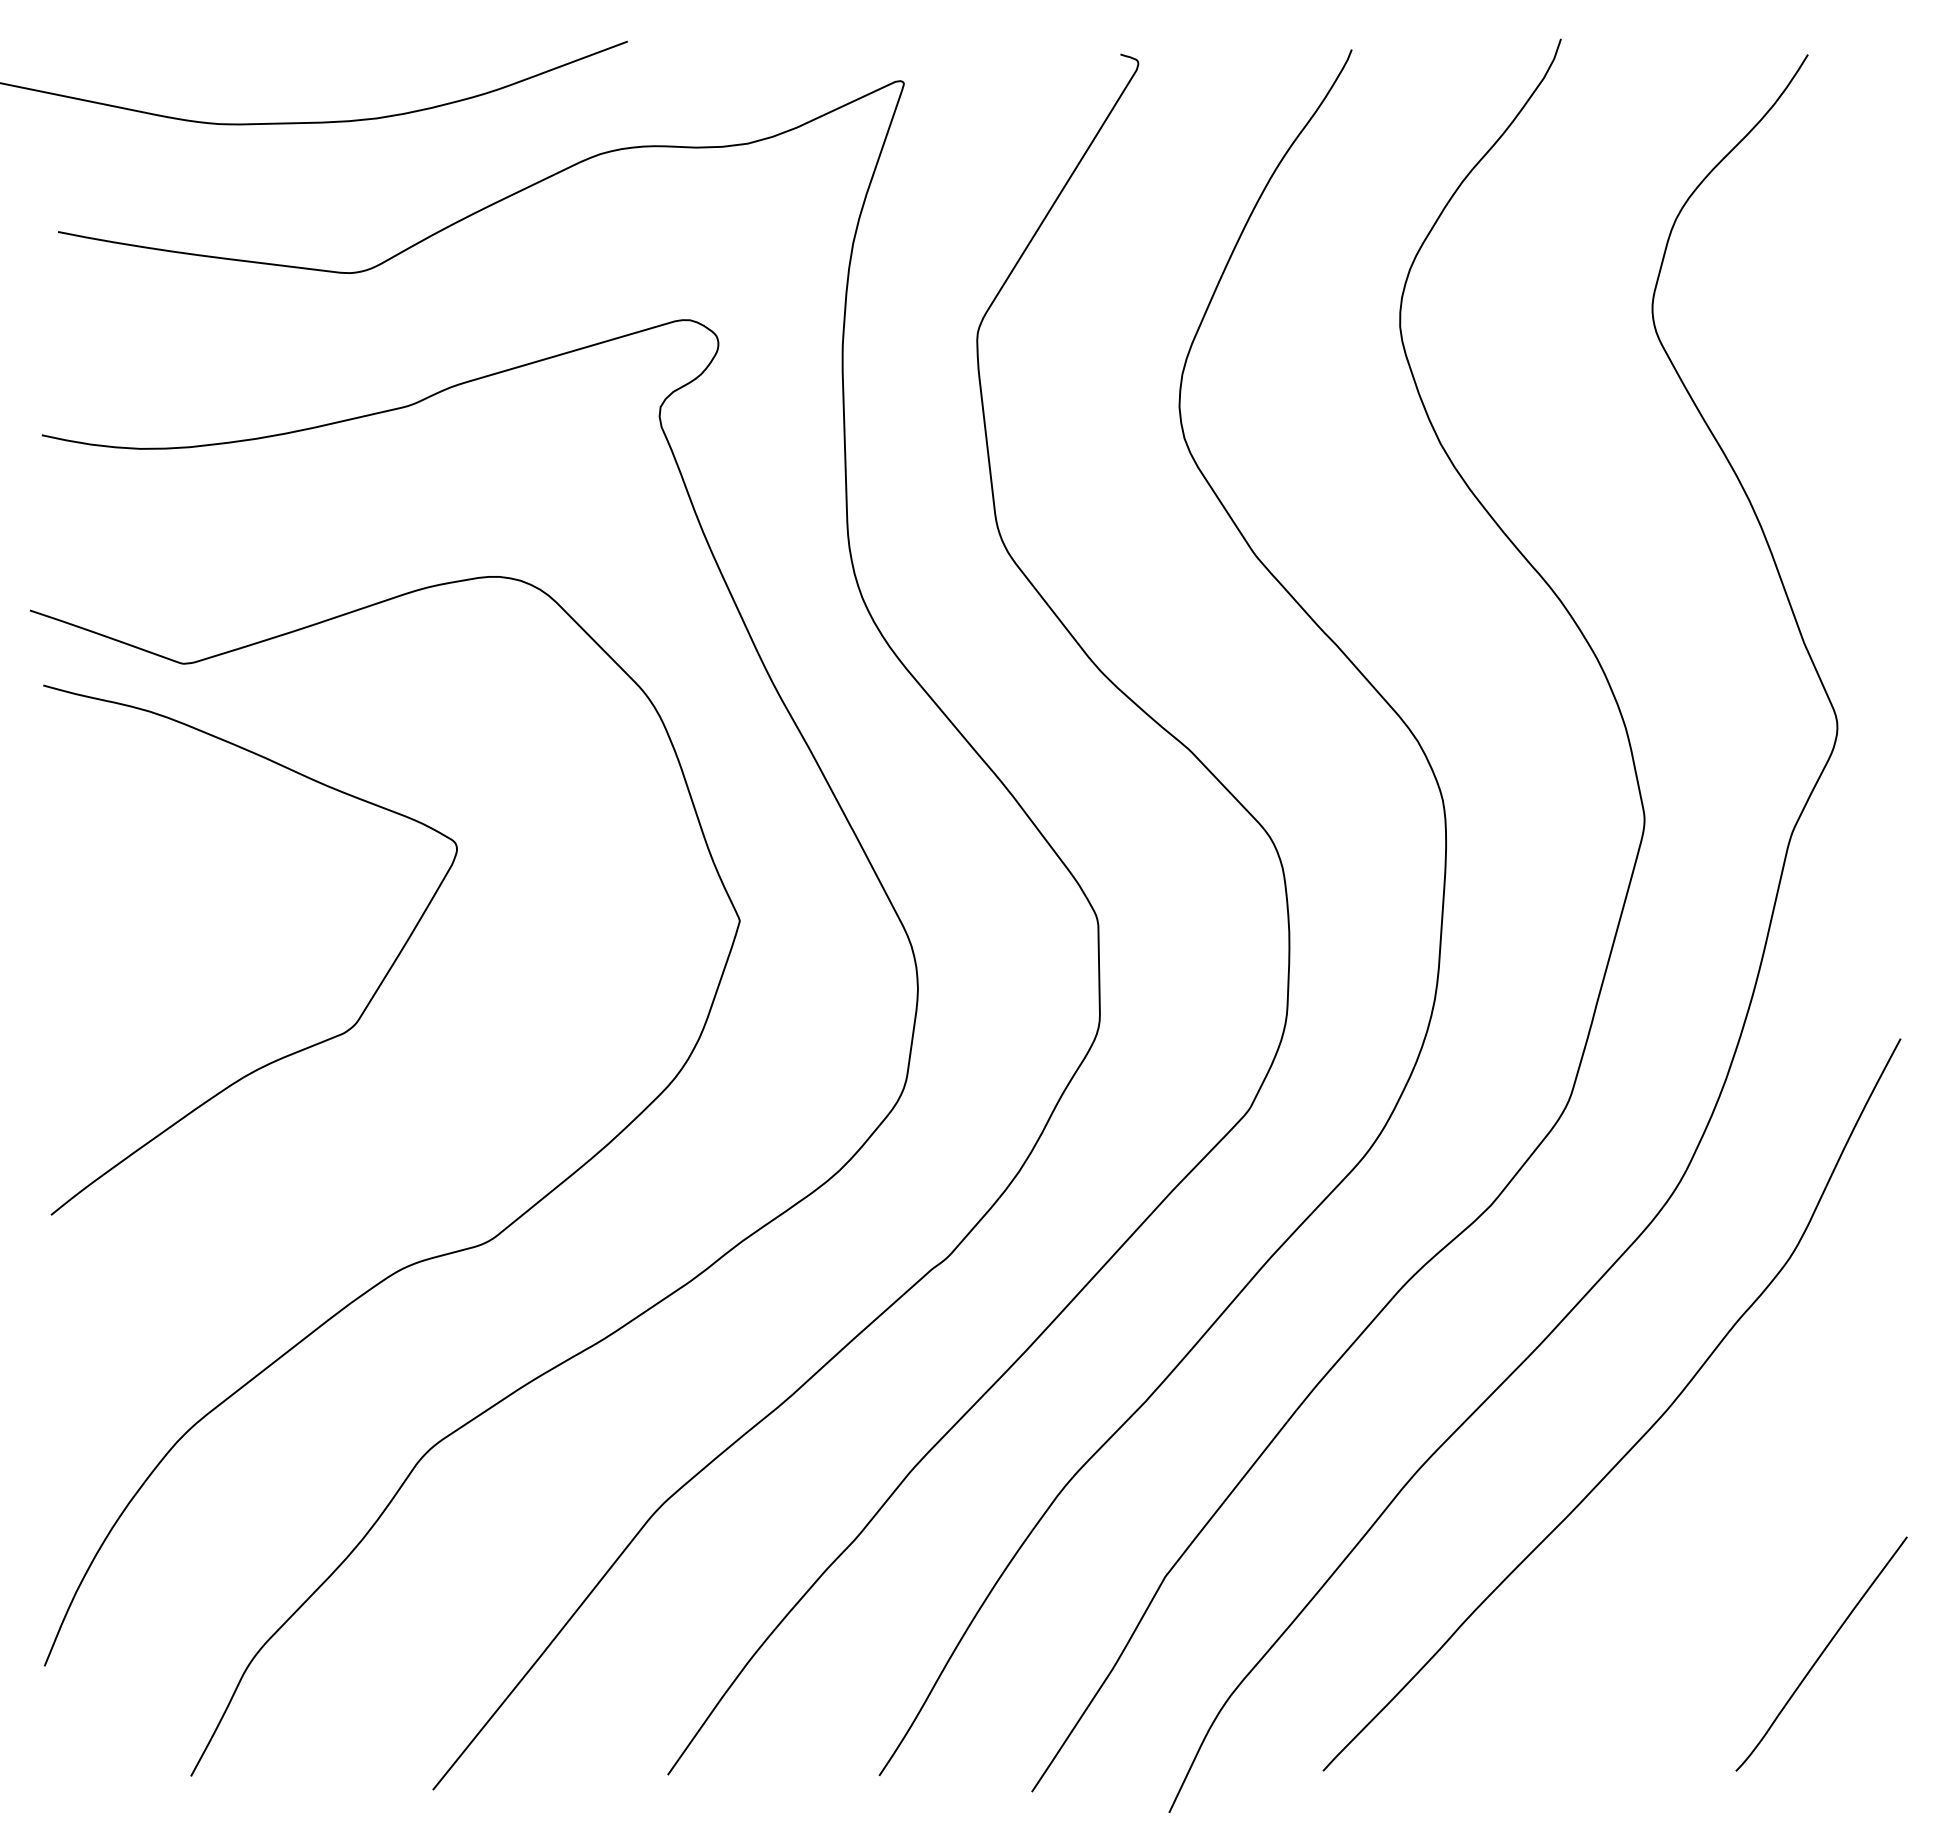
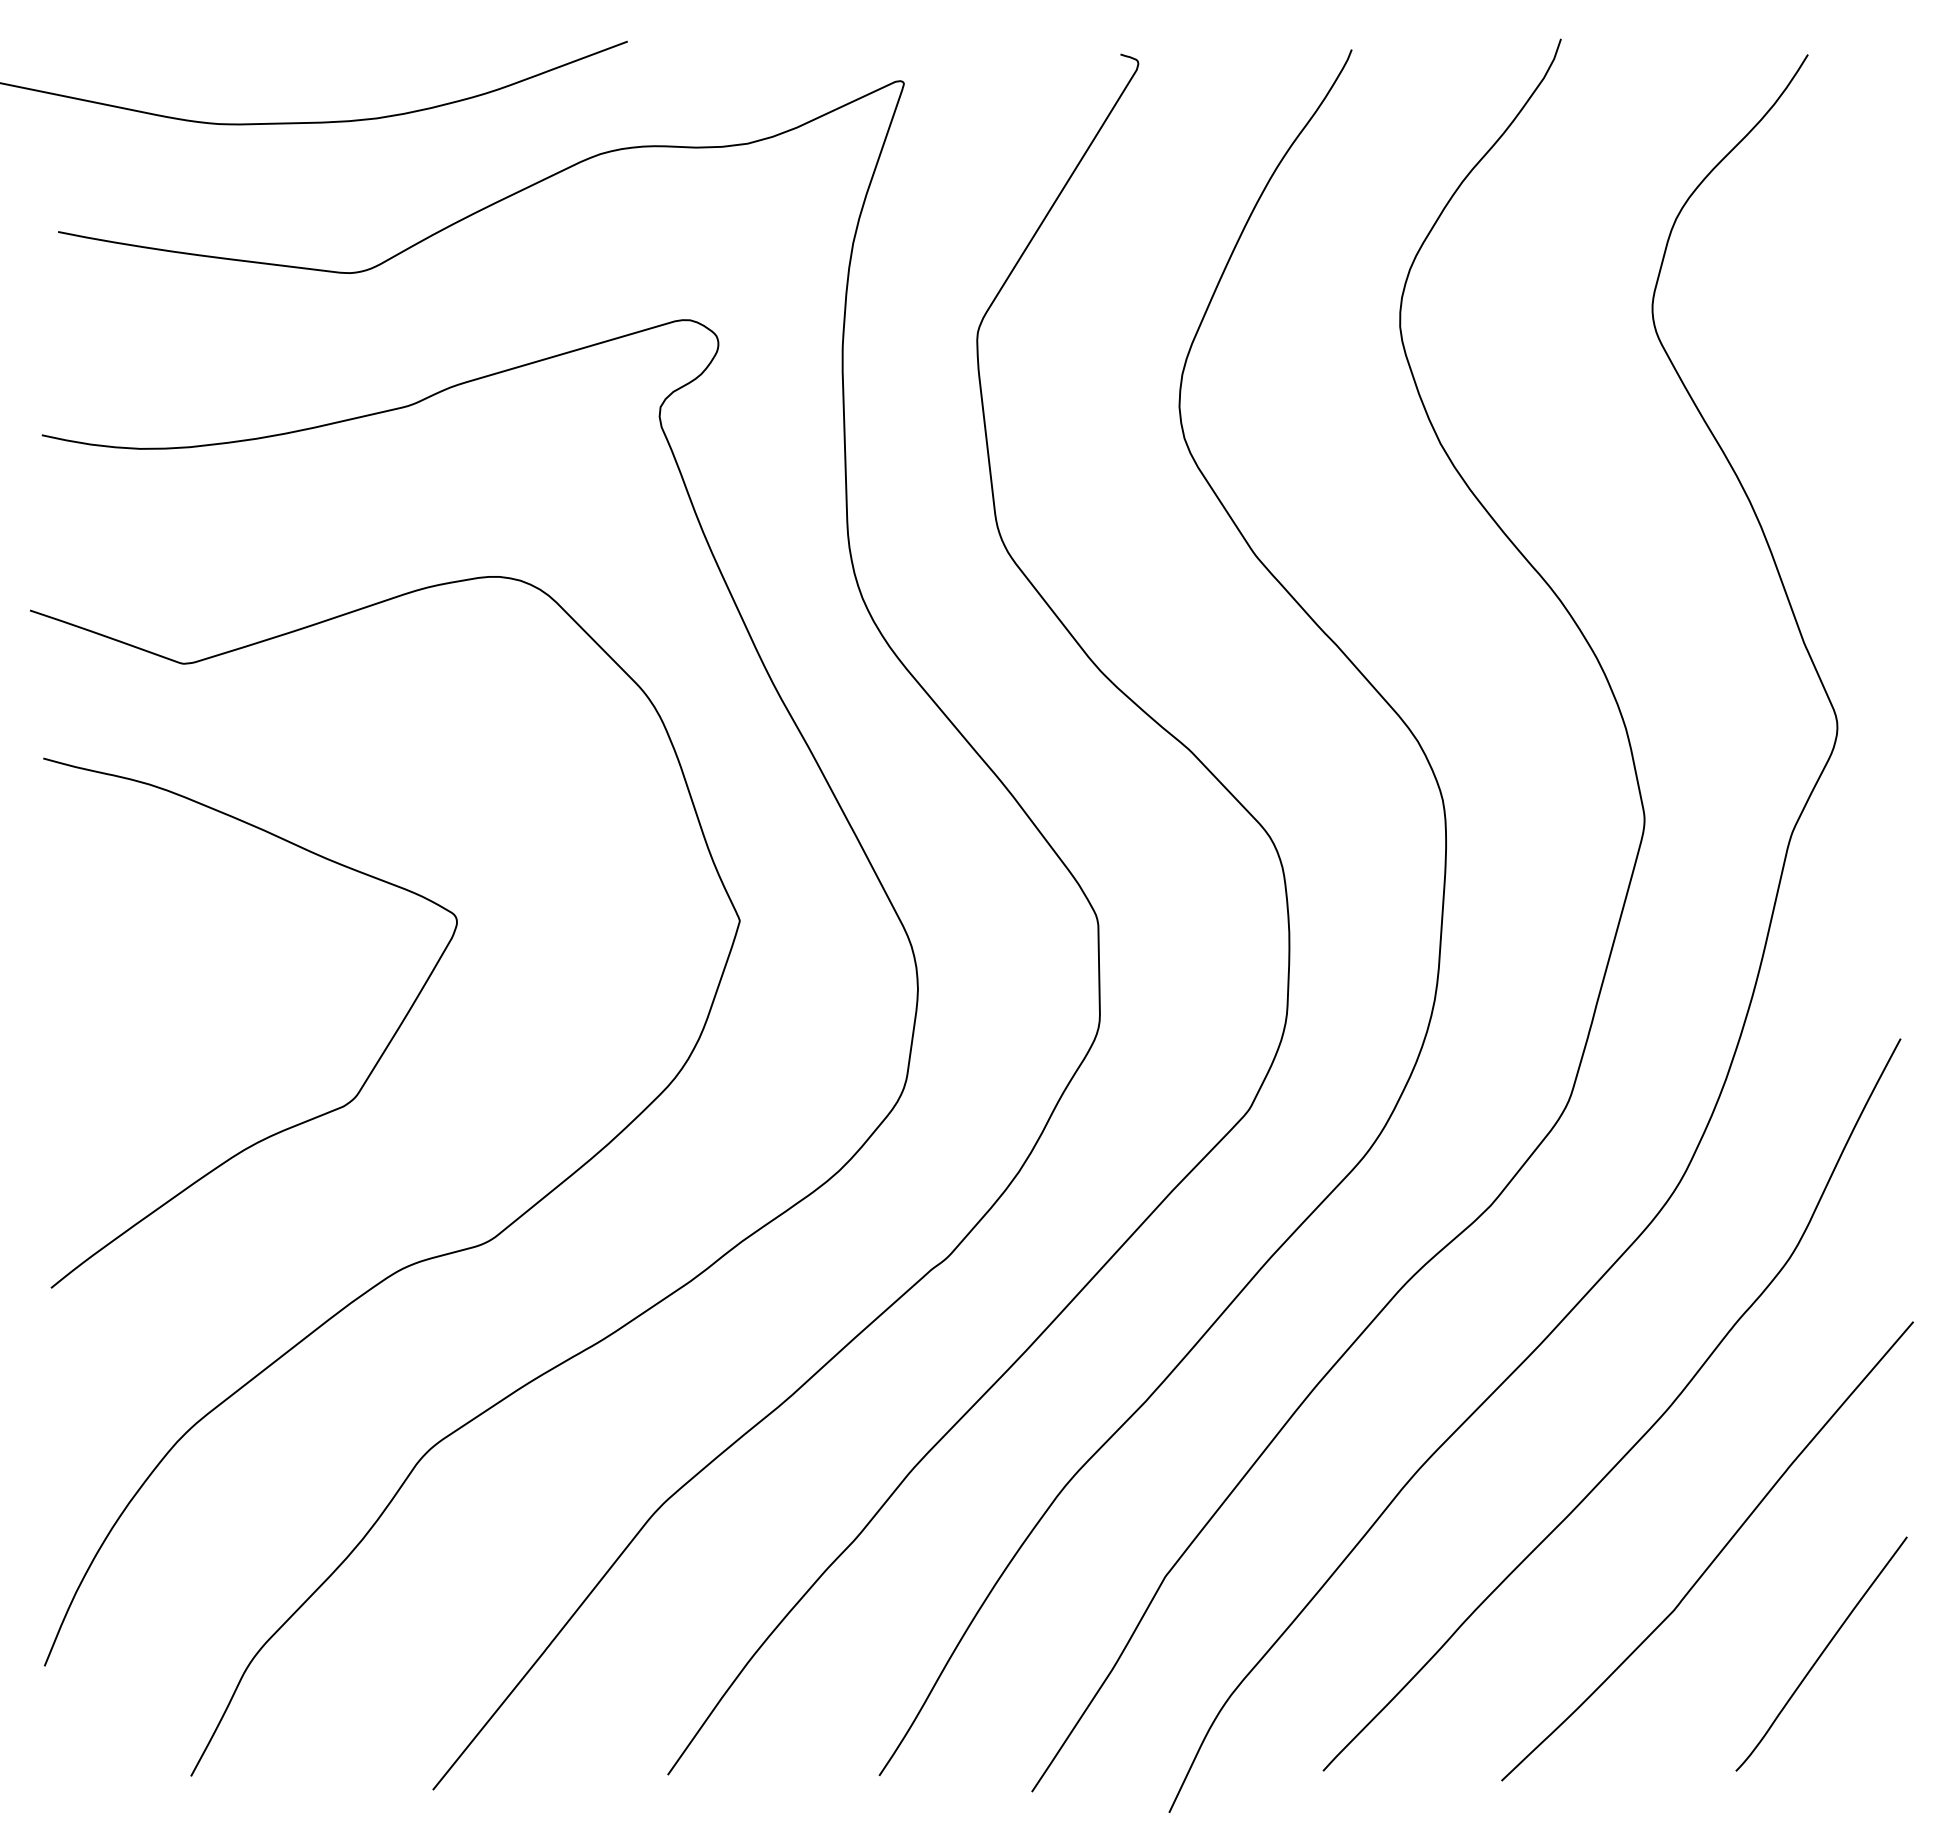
curve at (290, 1053) position: (290, 1053) -> (290, 1126)
curve at (1715, 1556): none -> present
